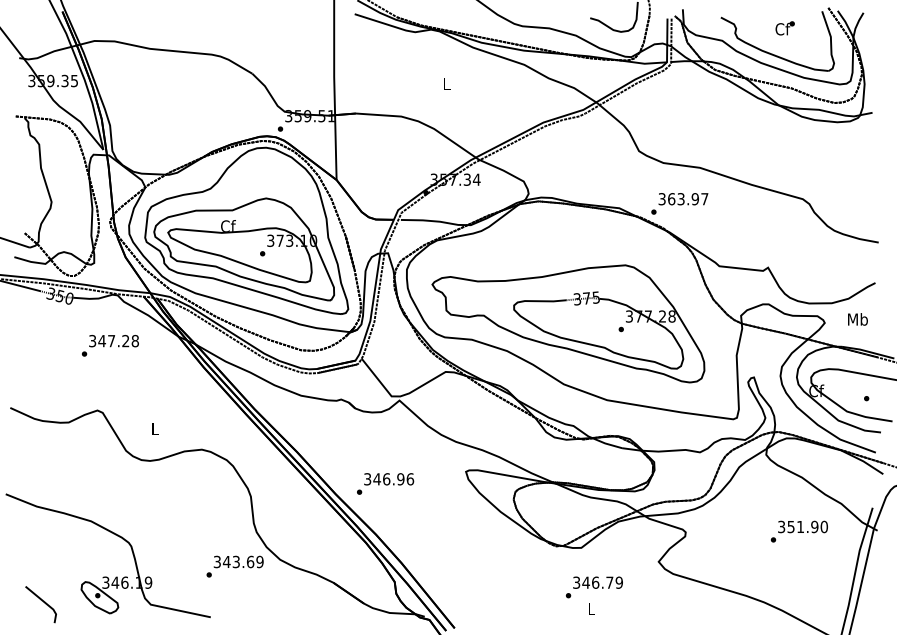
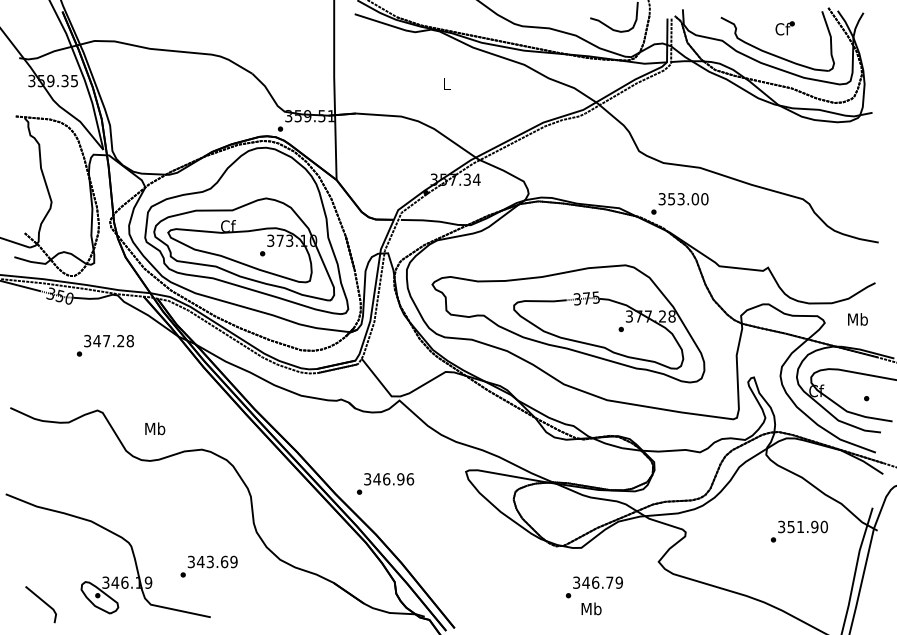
text at (688, 199): 363.97 -> 353.00
text at (110, 345) position: (110, 345) -> (105, 345)
text at (155, 428): L -> Mb
text at (234, 566) position: (234, 566) -> (208, 566)
text at (591, 608): L -> Mb
